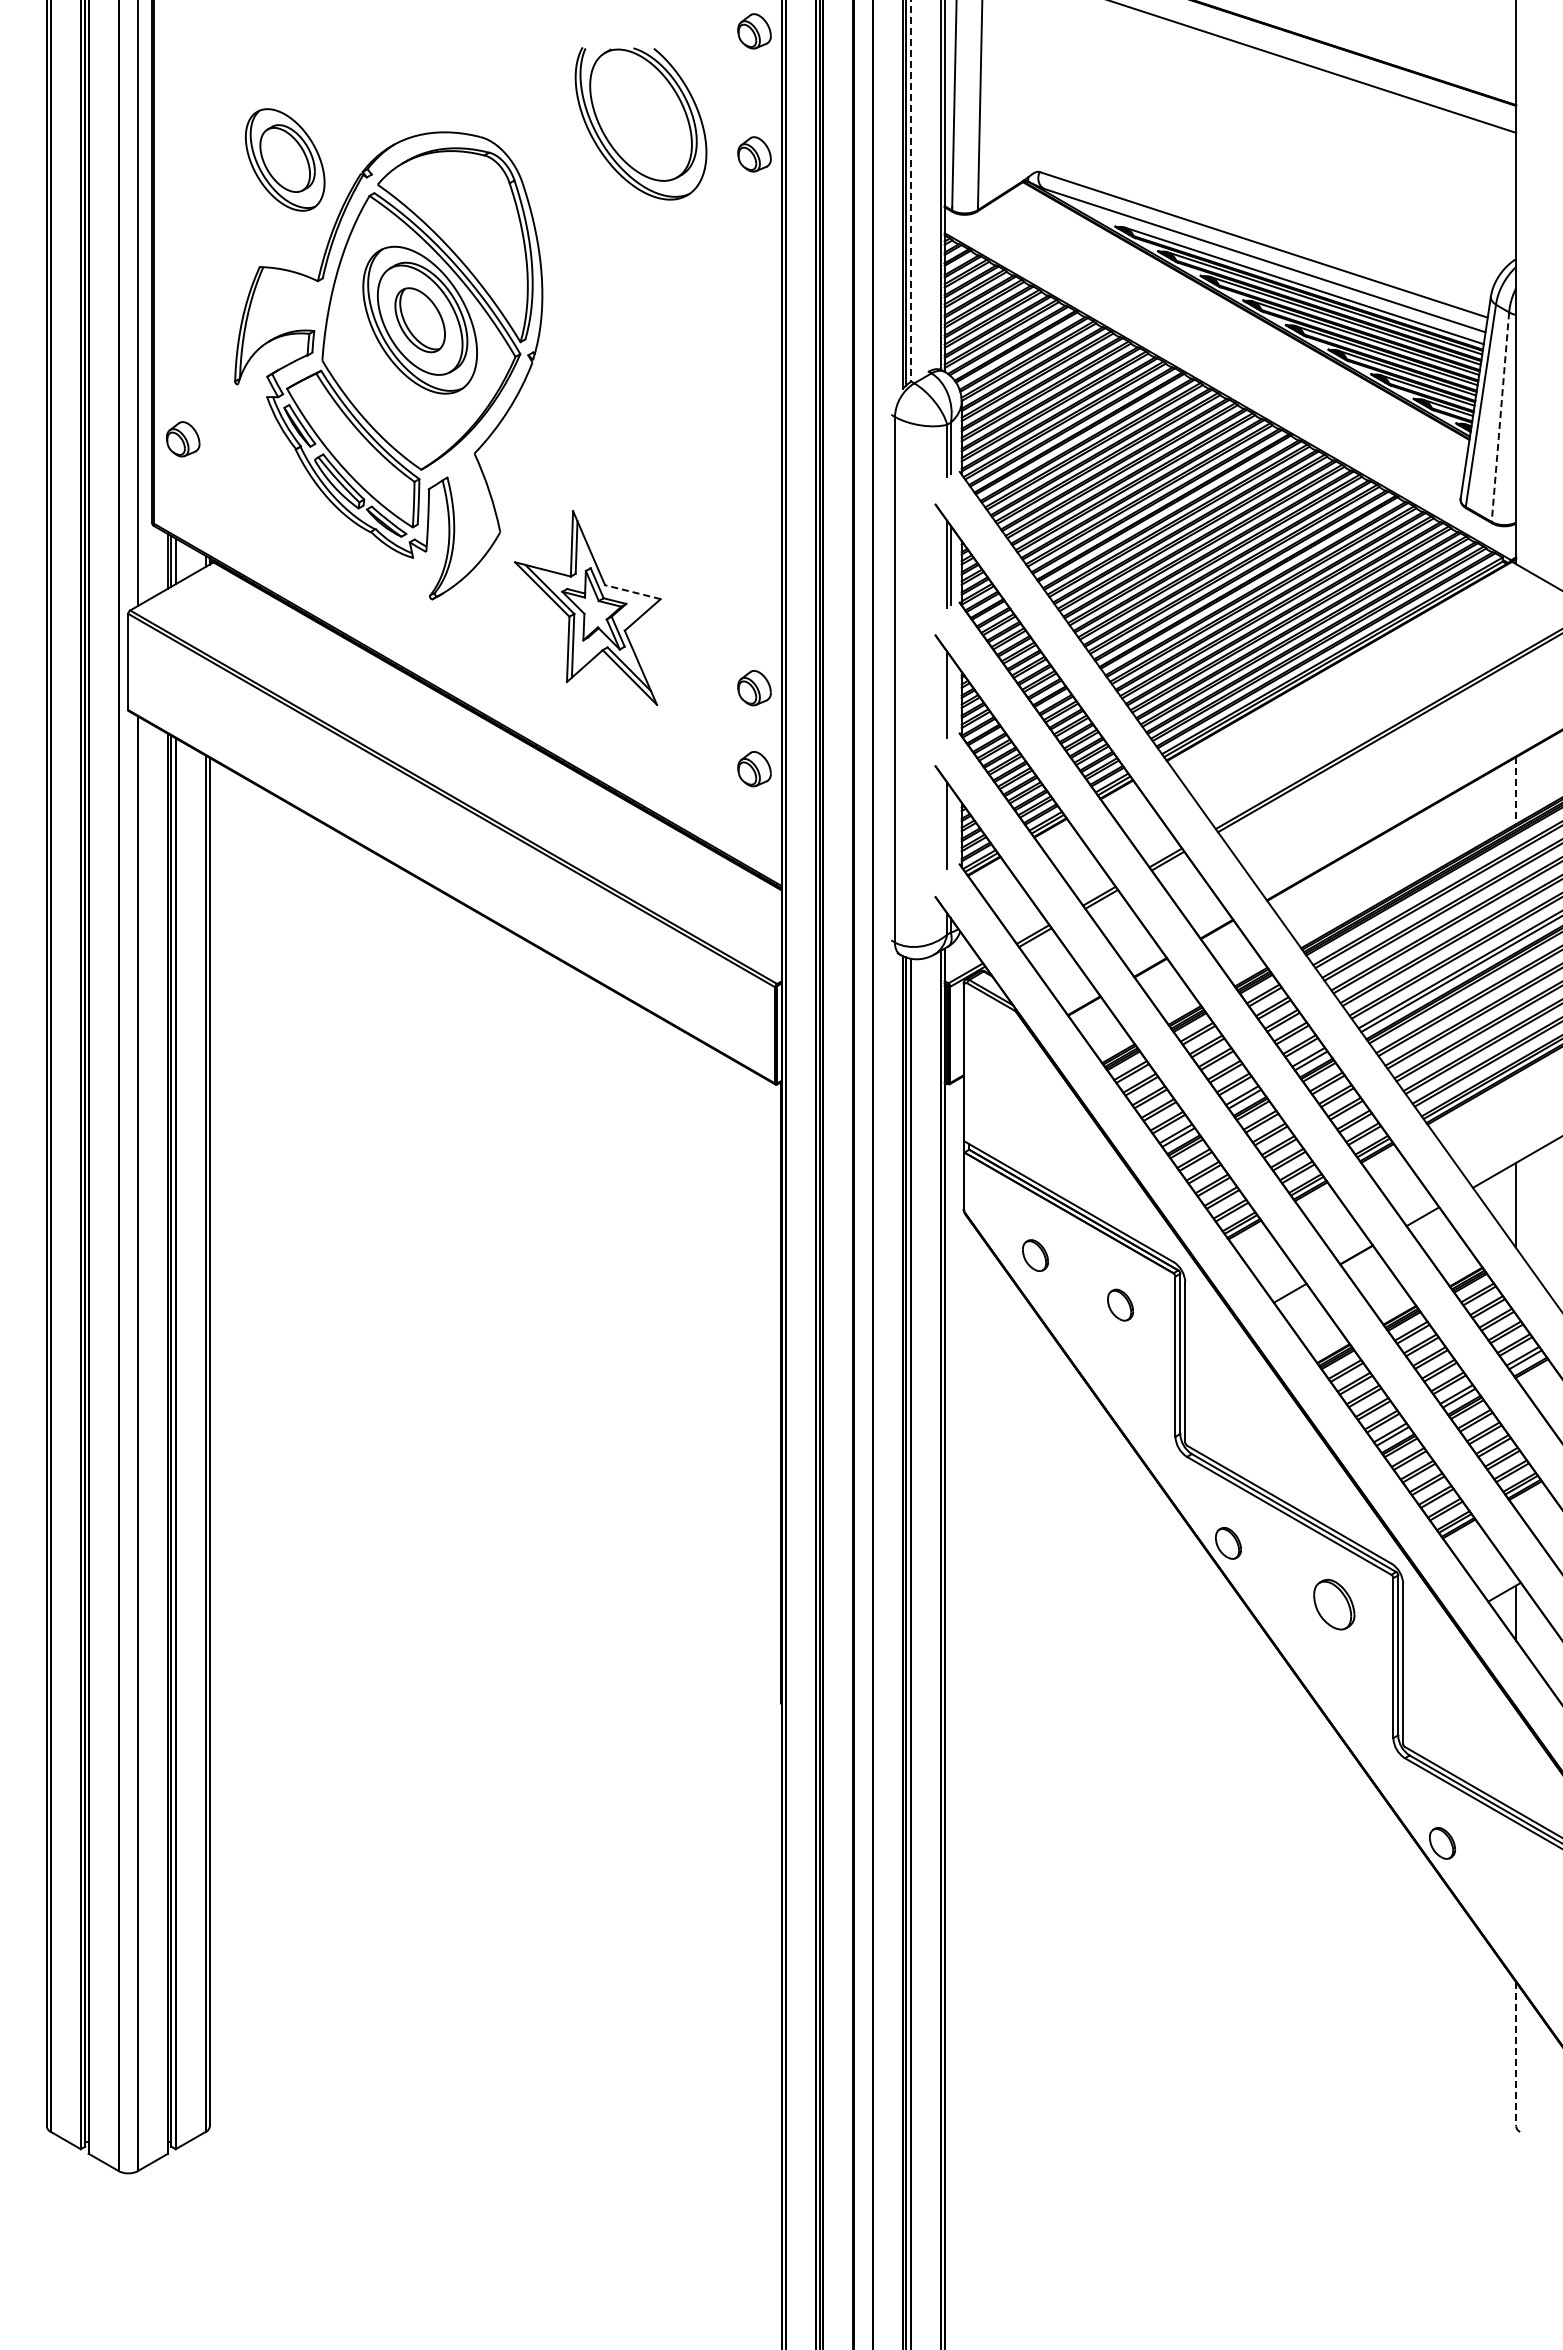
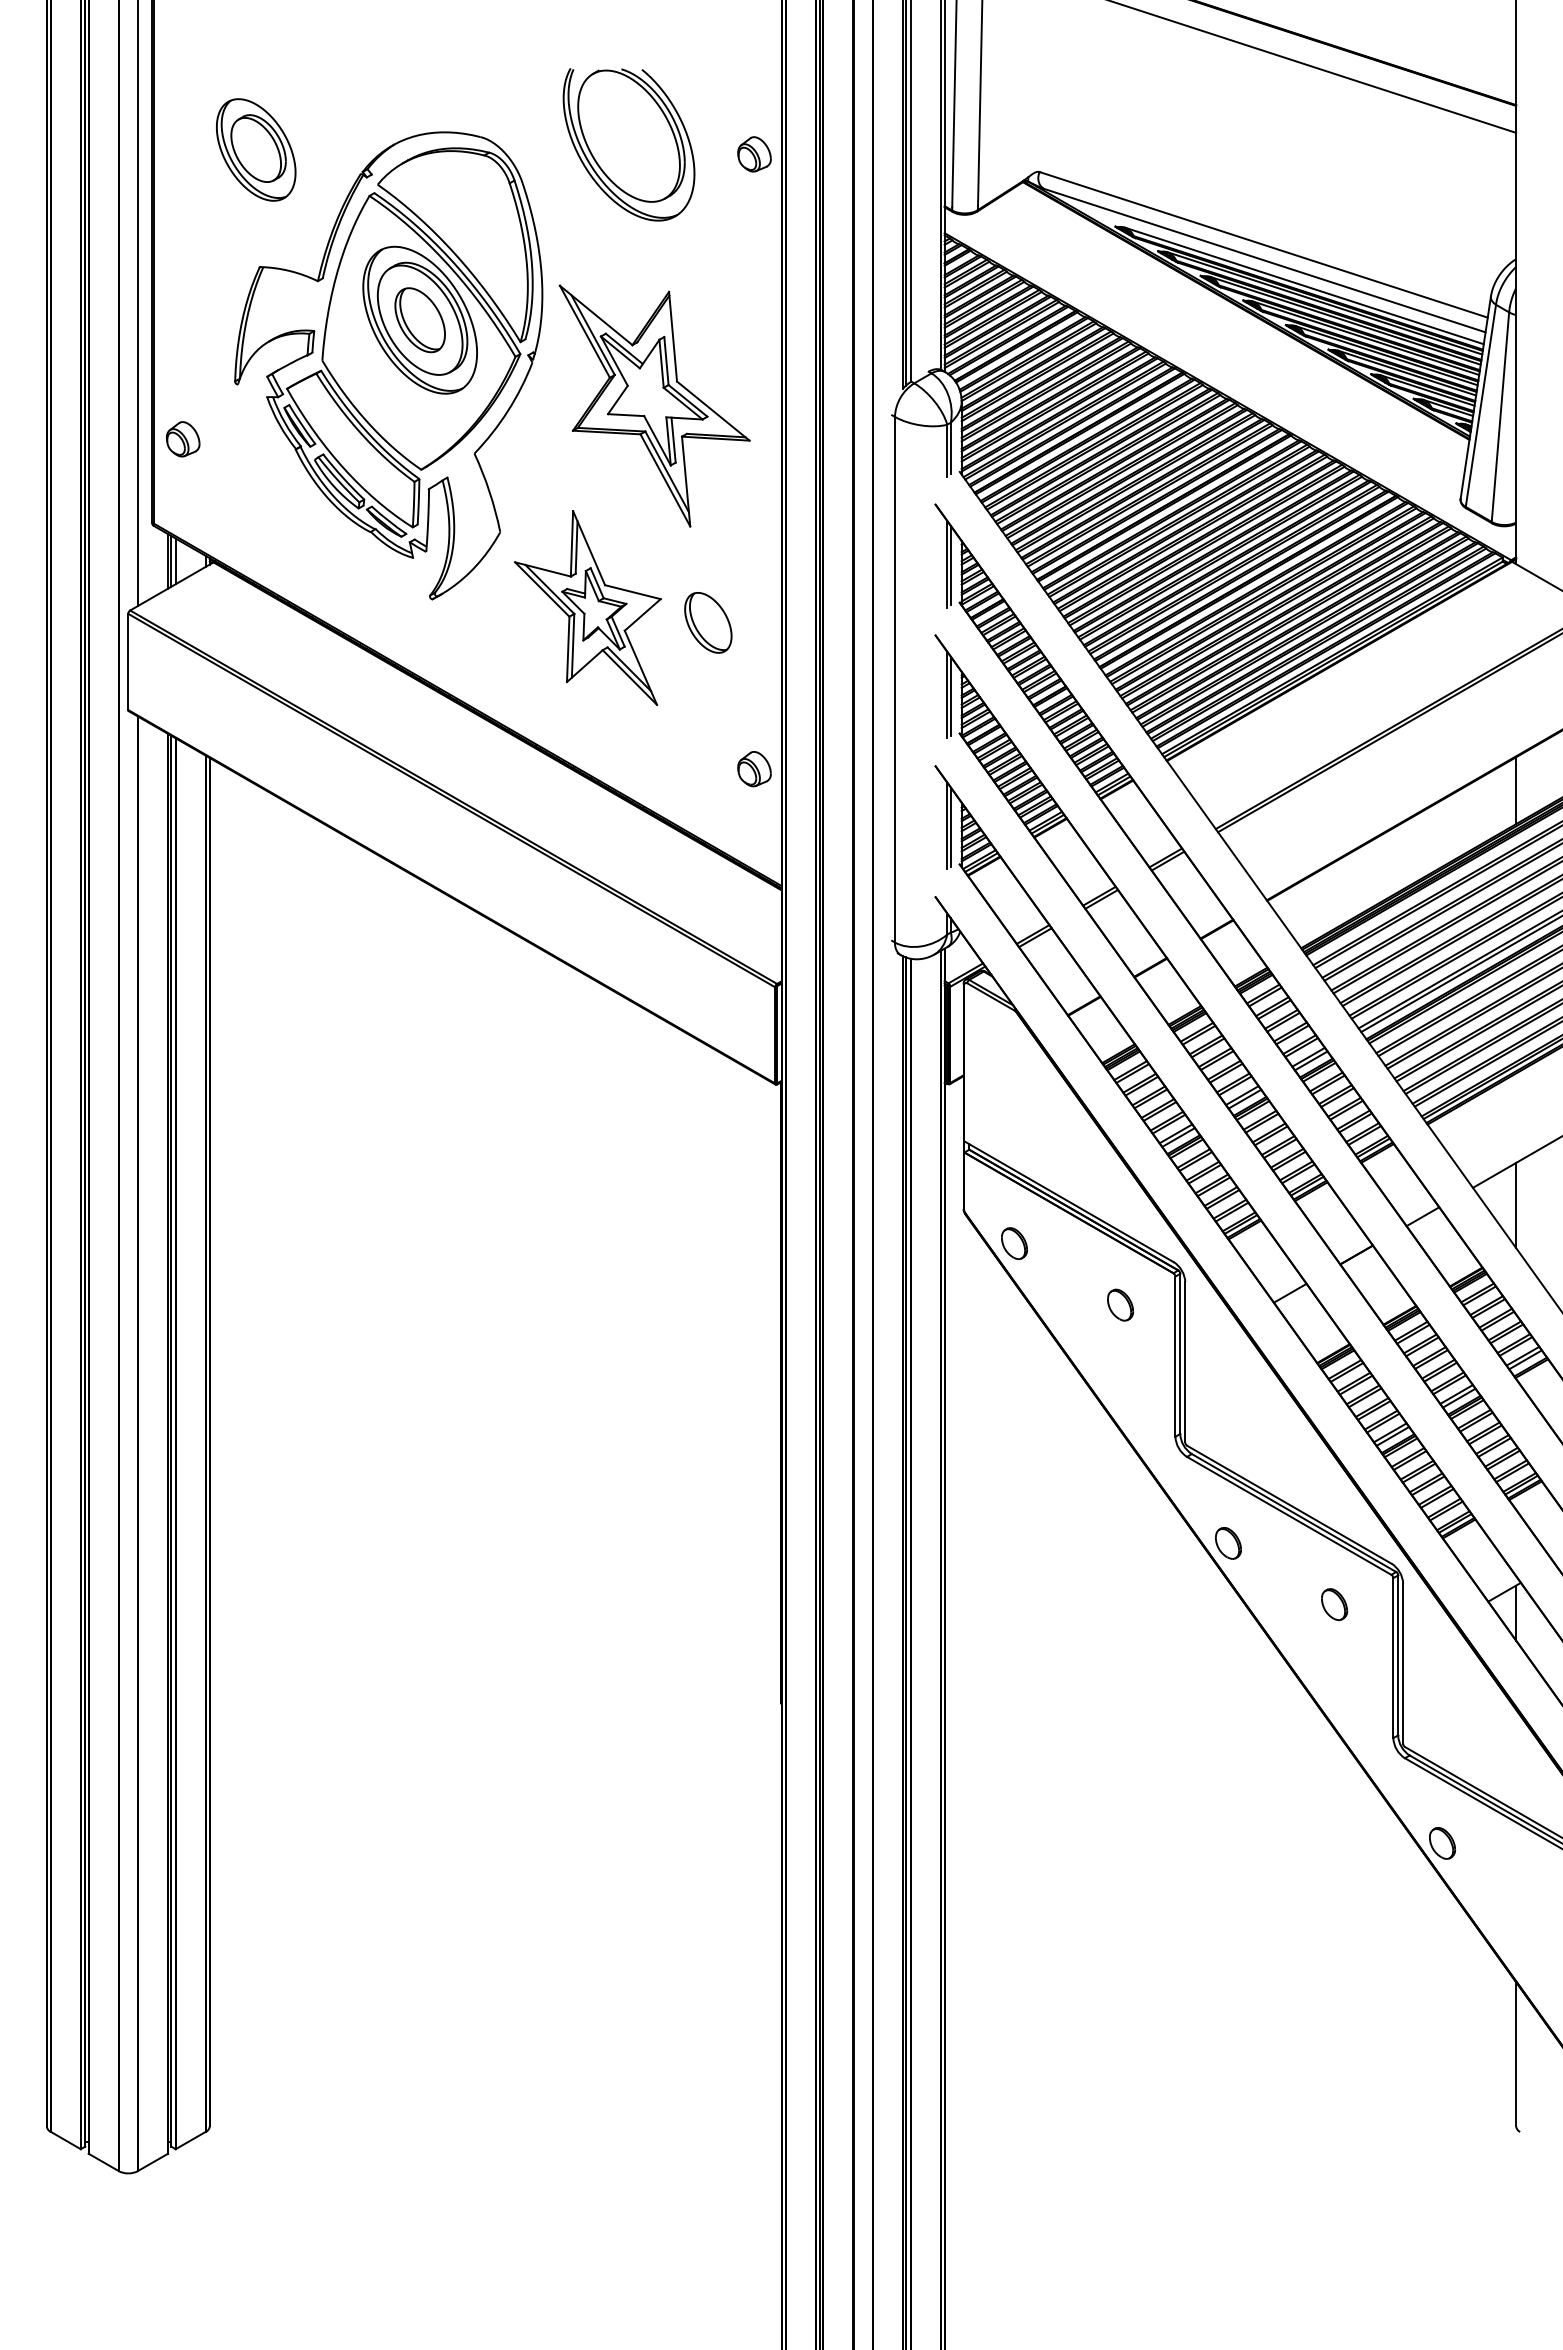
part at (754, 31): present -> none
part at (640, 123) position: (640, 123) -> (628, 144)
part at (285, 159) position: (285, 159) -> (256, 149)
line at (910, 191): dashed -> solid
part at (654, 405): none -> present
line at (1500, 417): dashed -> solid
line at (632, 592): dashed -> solid
part at (708, 622): none -> present
part at (754, 688): present -> none
line at (950, 696): none -> present
line at (1516, 791): dashed -> solid
line at (950, 826): none -> present
part at (1035, 1255) position: (1035, 1255) -> (1014, 1243)
part at (1334, 1604) size: 43x52 px -> 28x33 px
line at (1516, 2054): dashed -> solid
